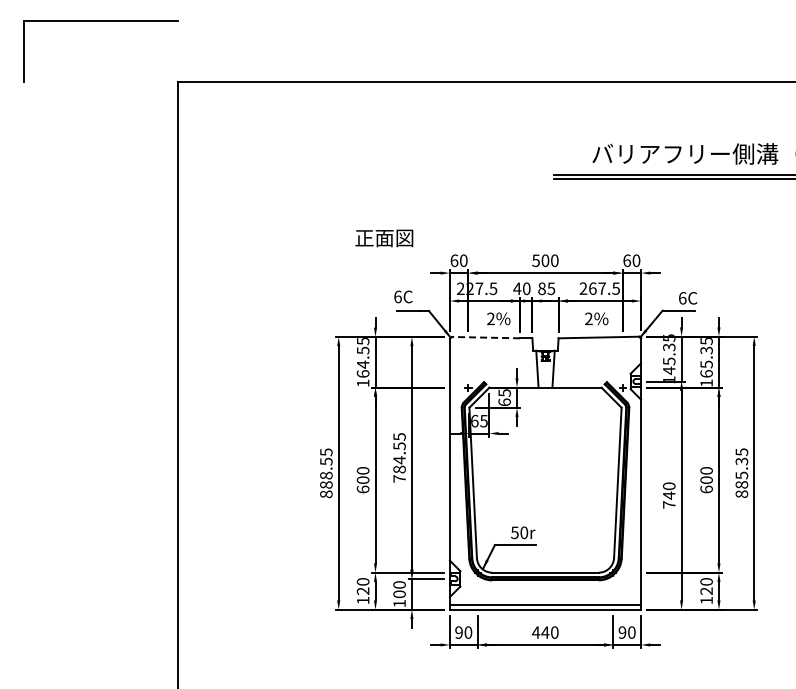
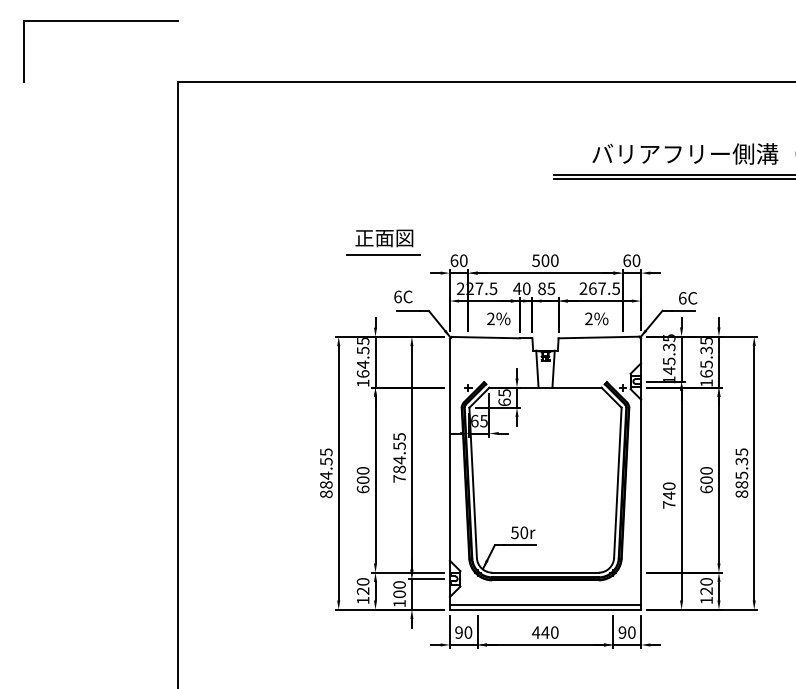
line at (383, 254): none -> present
line at (485, 337): dashed -> solid
text at (326, 475): 888.55 -> 884.55
